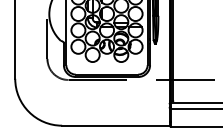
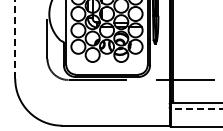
line at (15, 39): solid -> dashed
line at (196, 108): solid -> dashed
